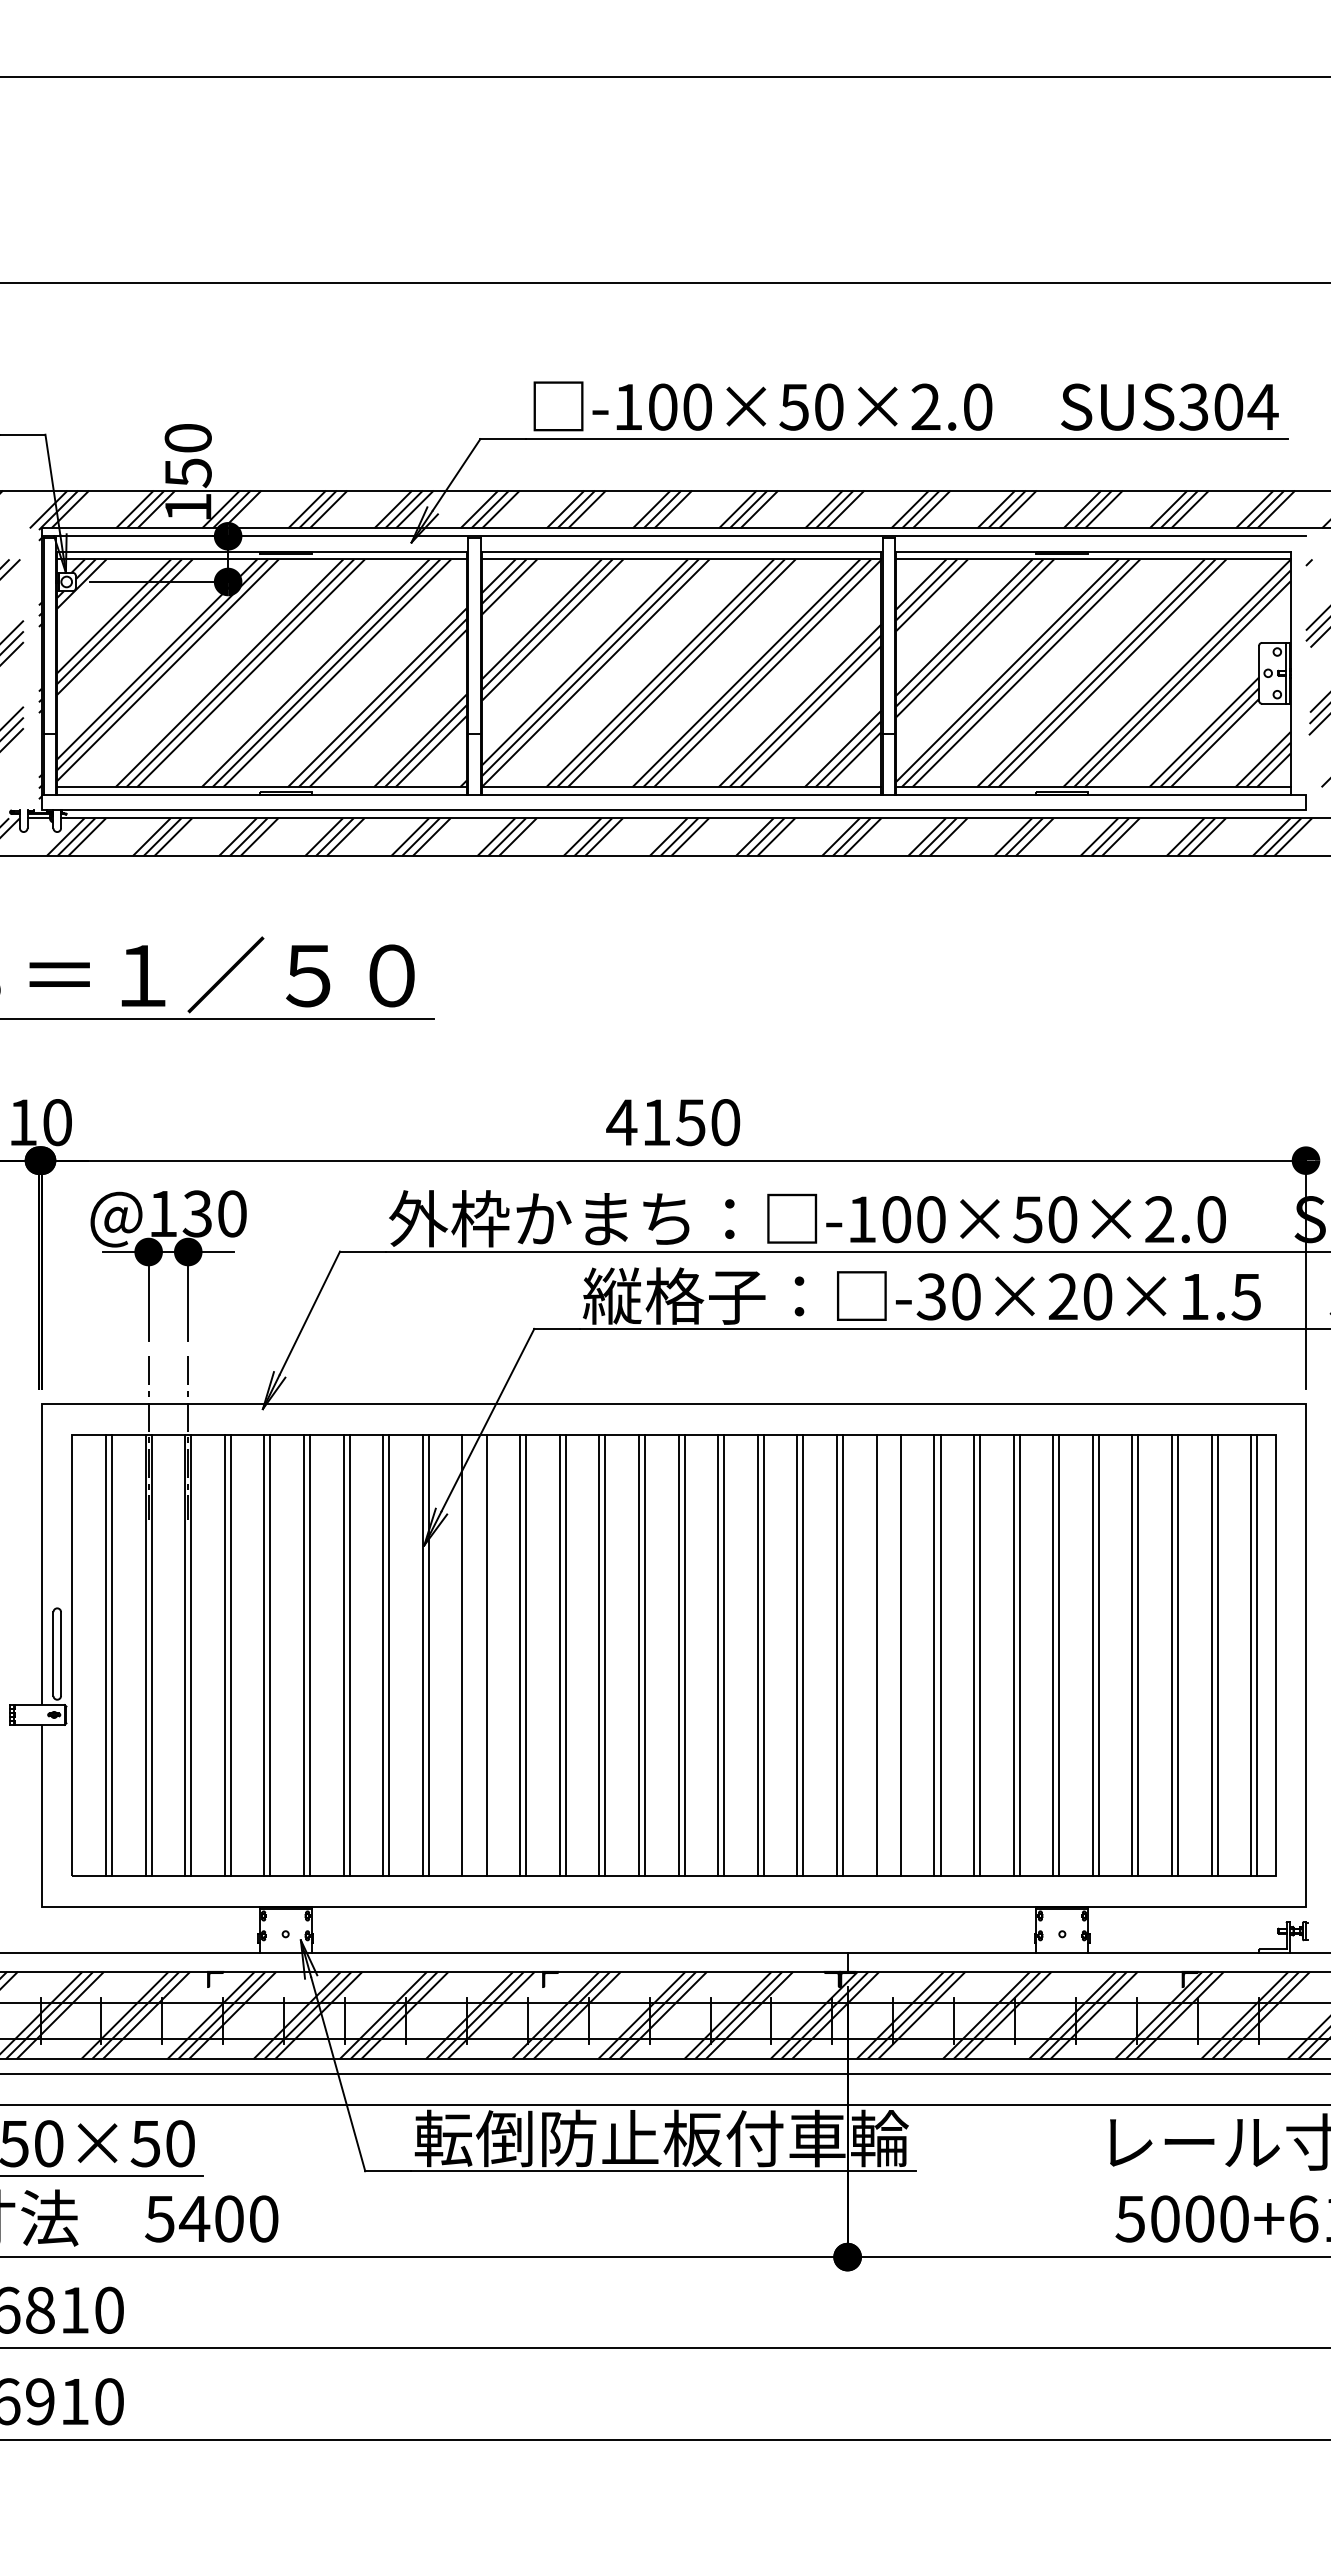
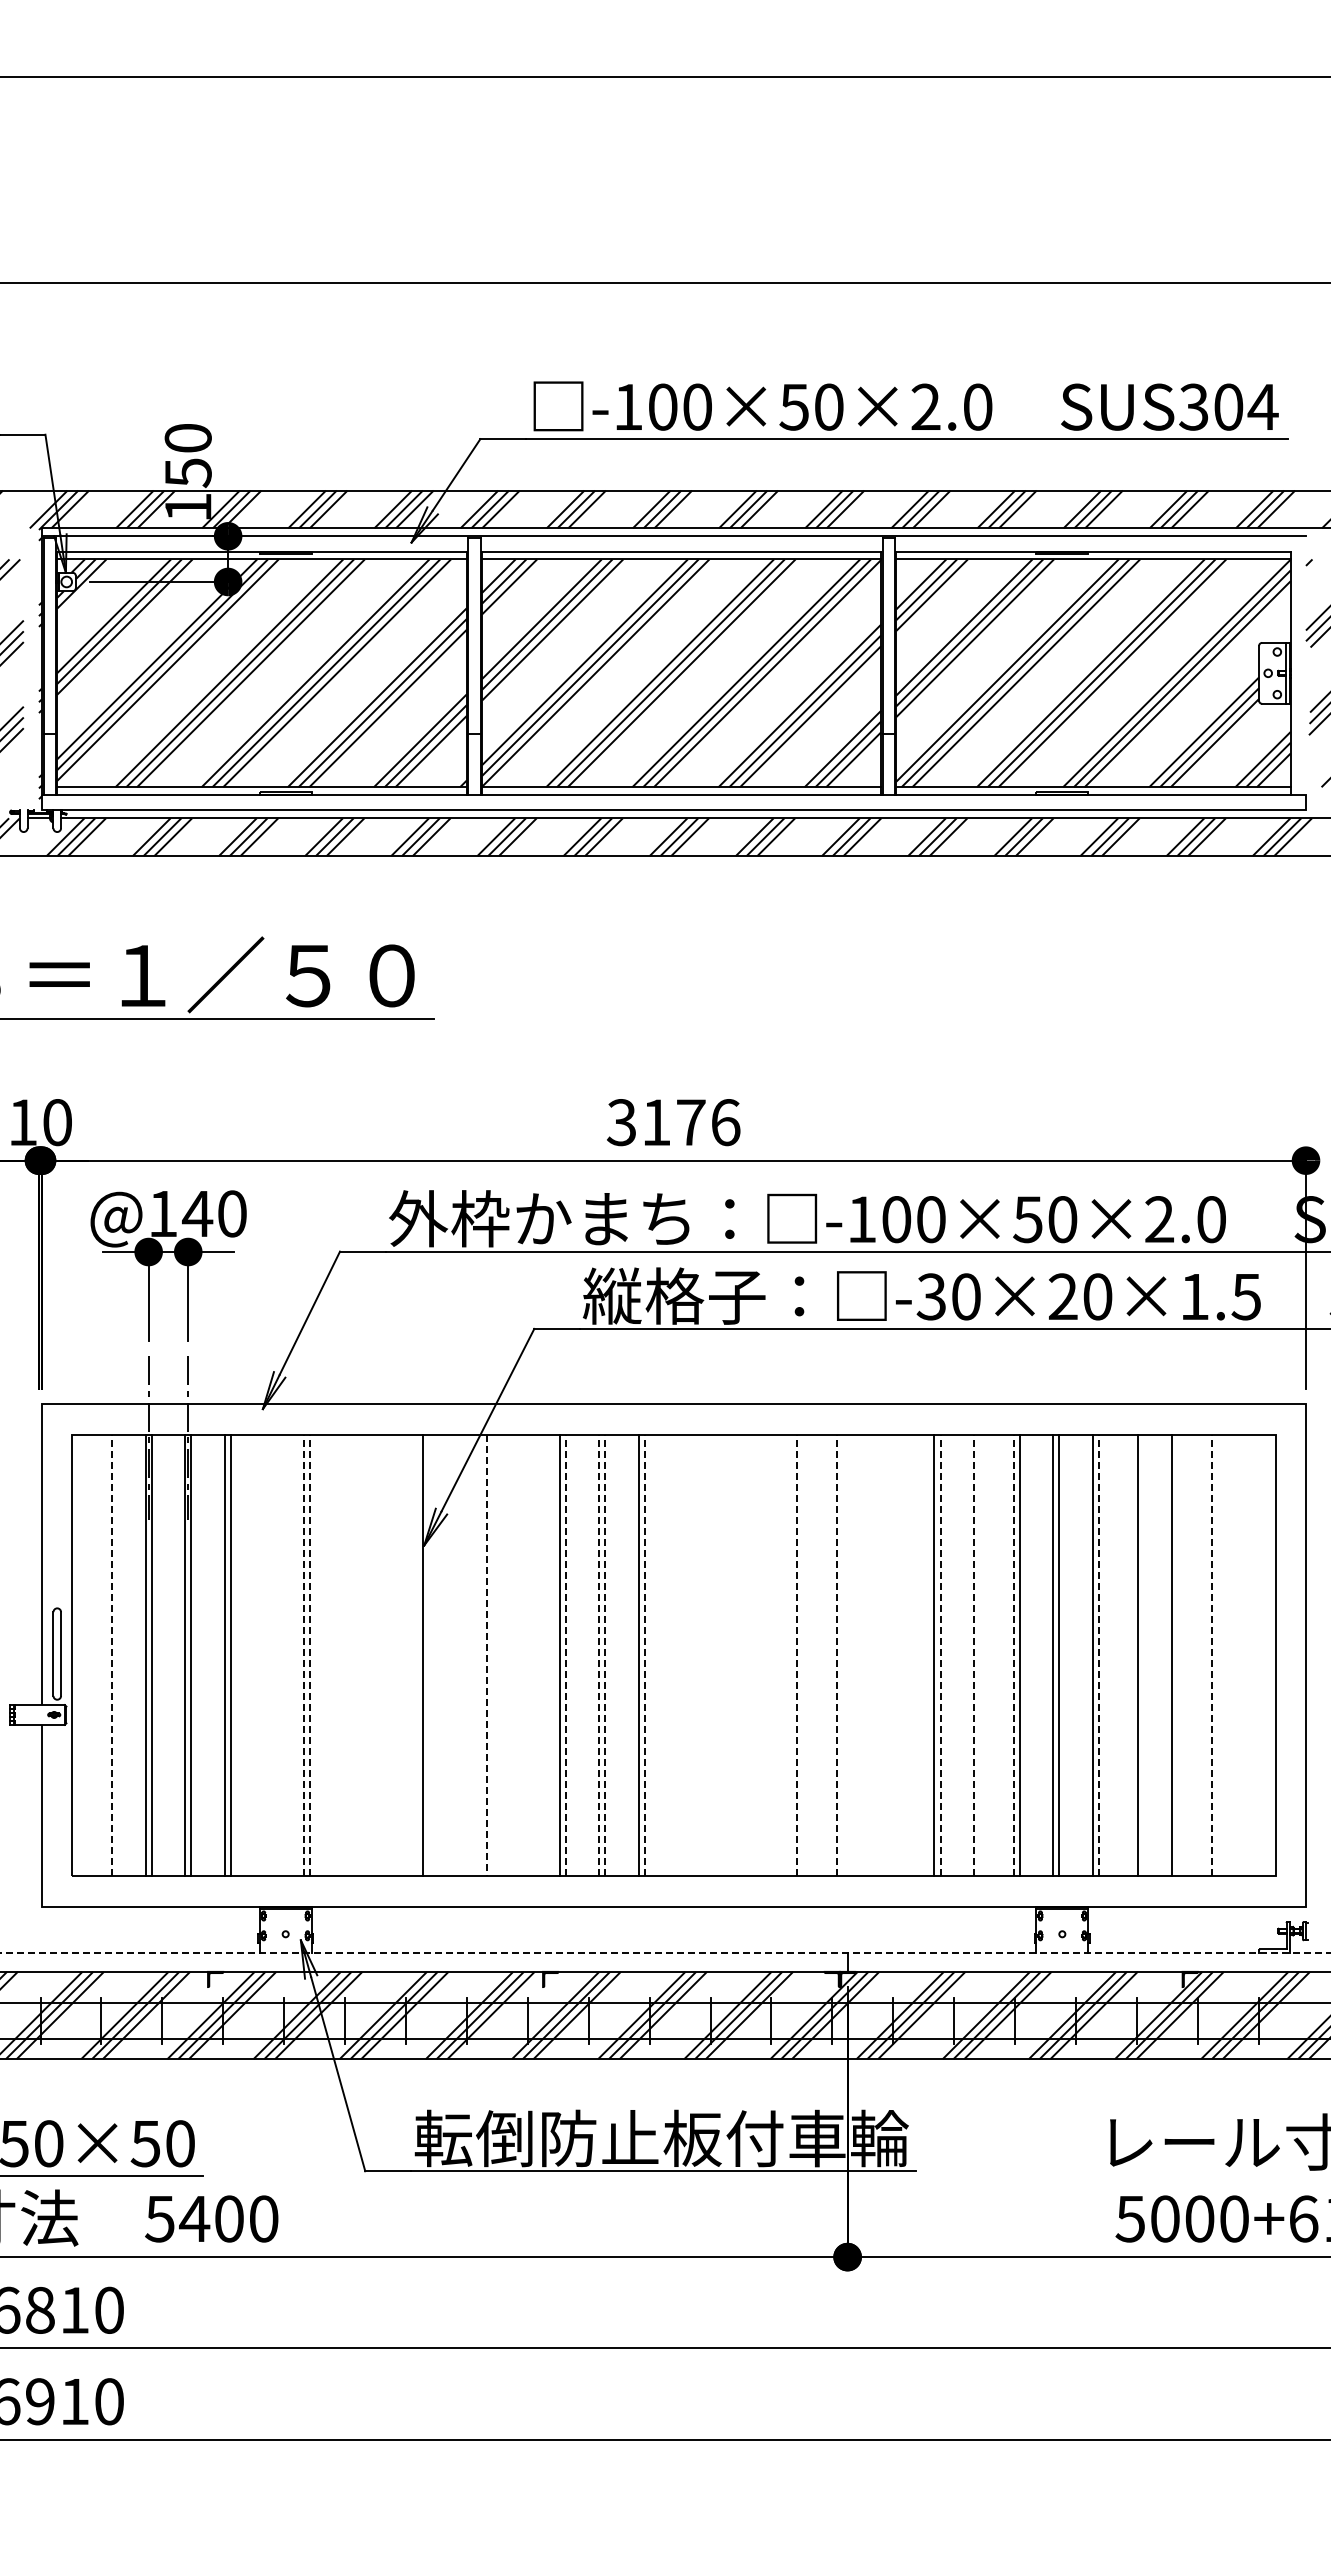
text at (673, 1122): 4150 -> 3176
text at (197, 1213): @130 -> @140
line at (106, 1655): present -> none
line at (112, 1655): solid -> dashed
line at (264, 1655): present -> none
line at (270, 1655): present -> none
line at (303, 1655): solid -> dashed
line at (310, 1655): solid -> dashed
line at (343, 1655): present -> none
line at (349, 1655): present -> none
line at (383, 1655): present -> none
line at (389, 1655): present -> none
line at (428, 1655): present -> none
line at (462, 1655): present -> none
line at (486, 1655): solid -> dashed
line at (520, 1655): present -> none
line at (526, 1655): present -> none
line at (565, 1655): solid -> dashed
line at (599, 1655): solid -> dashed
line at (605, 1655): solid -> dashed
line at (645, 1655): solid -> dashed
line at (678, 1655): present -> none
line at (684, 1655): present -> none
line at (718, 1655): present -> none
line at (724, 1655): present -> none
line at (757, 1655): present -> none
line at (763, 1655): present -> none
line at (797, 1655): solid -> dashed
line at (803, 1655): present -> none
line at (836, 1655): solid -> dashed
line at (843, 1655): present -> none
line at (876, 1655): present -> none
line at (900, 1655): present -> none
line at (940, 1655): solid -> dashed
line at (974, 1655): solid -> dashed
line at (980, 1655): present -> none
line at (1013, 1655): solid -> dashed
line at (1098, 1655): solid -> dashed
line at (1132, 1655): present -> none
line at (1178, 1655): present -> none
line at (1211, 1655): solid -> dashed
line at (1217, 1655): present -> none
line at (1251, 1655): present -> none
line at (1257, 1655): present -> none
line at (665, 1952): solid -> dashed
line at (664, 2074): present -> none
line at (664, 2104): present -> none
